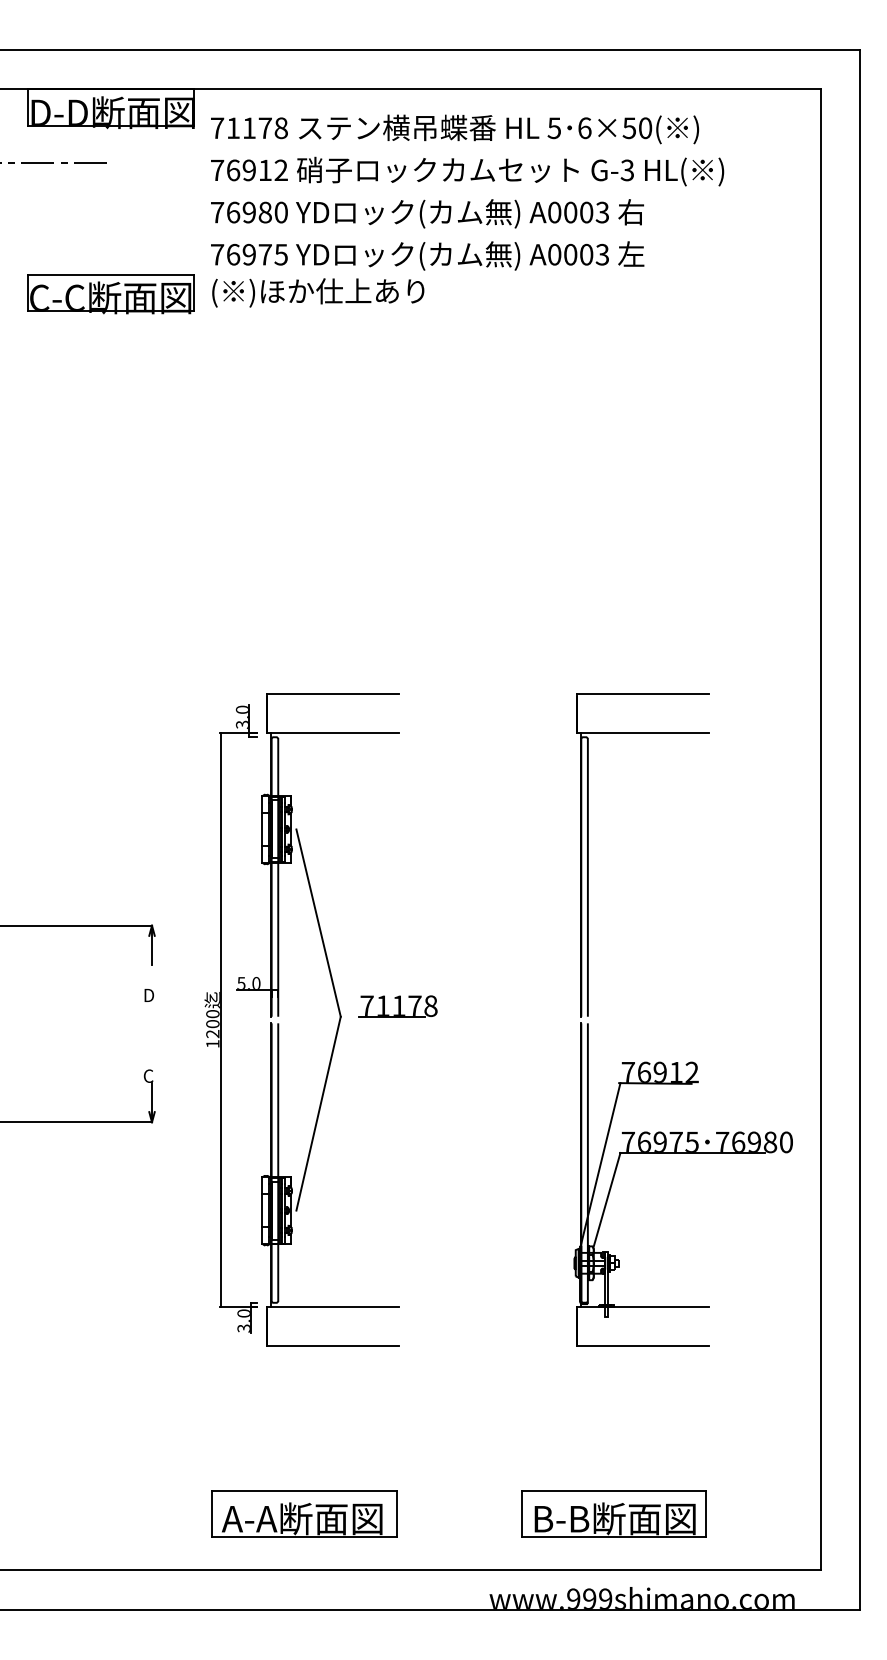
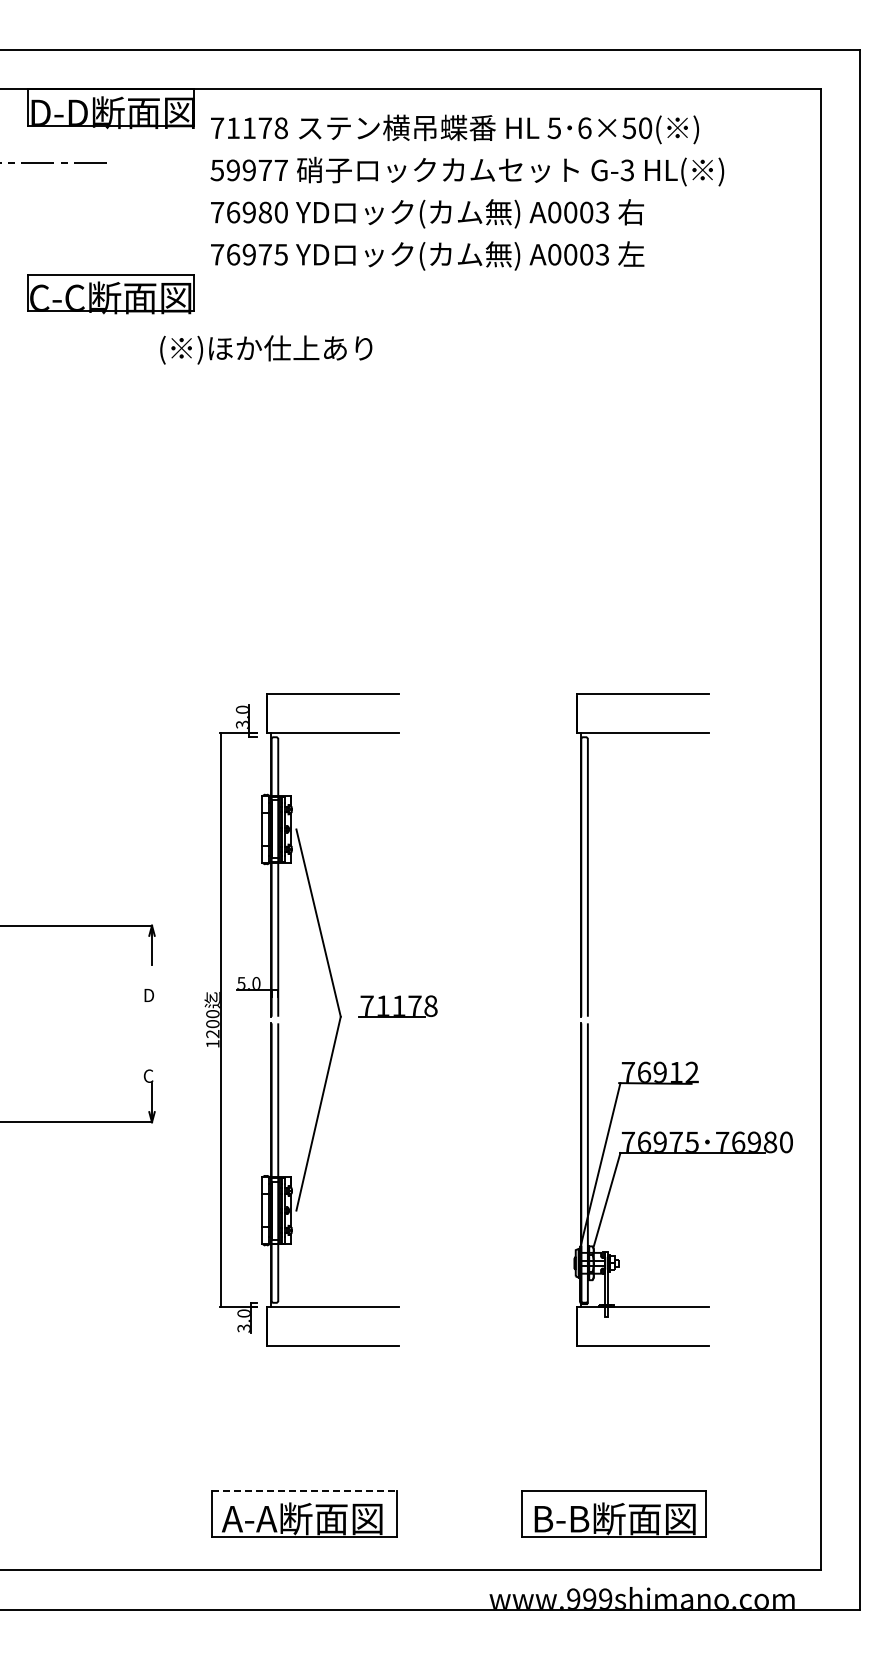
text at (248, 170): 76912 -> 59977
text at (318, 292) position: (318, 292) -> (266, 349)
line at (305, 1490): solid -> dashed
